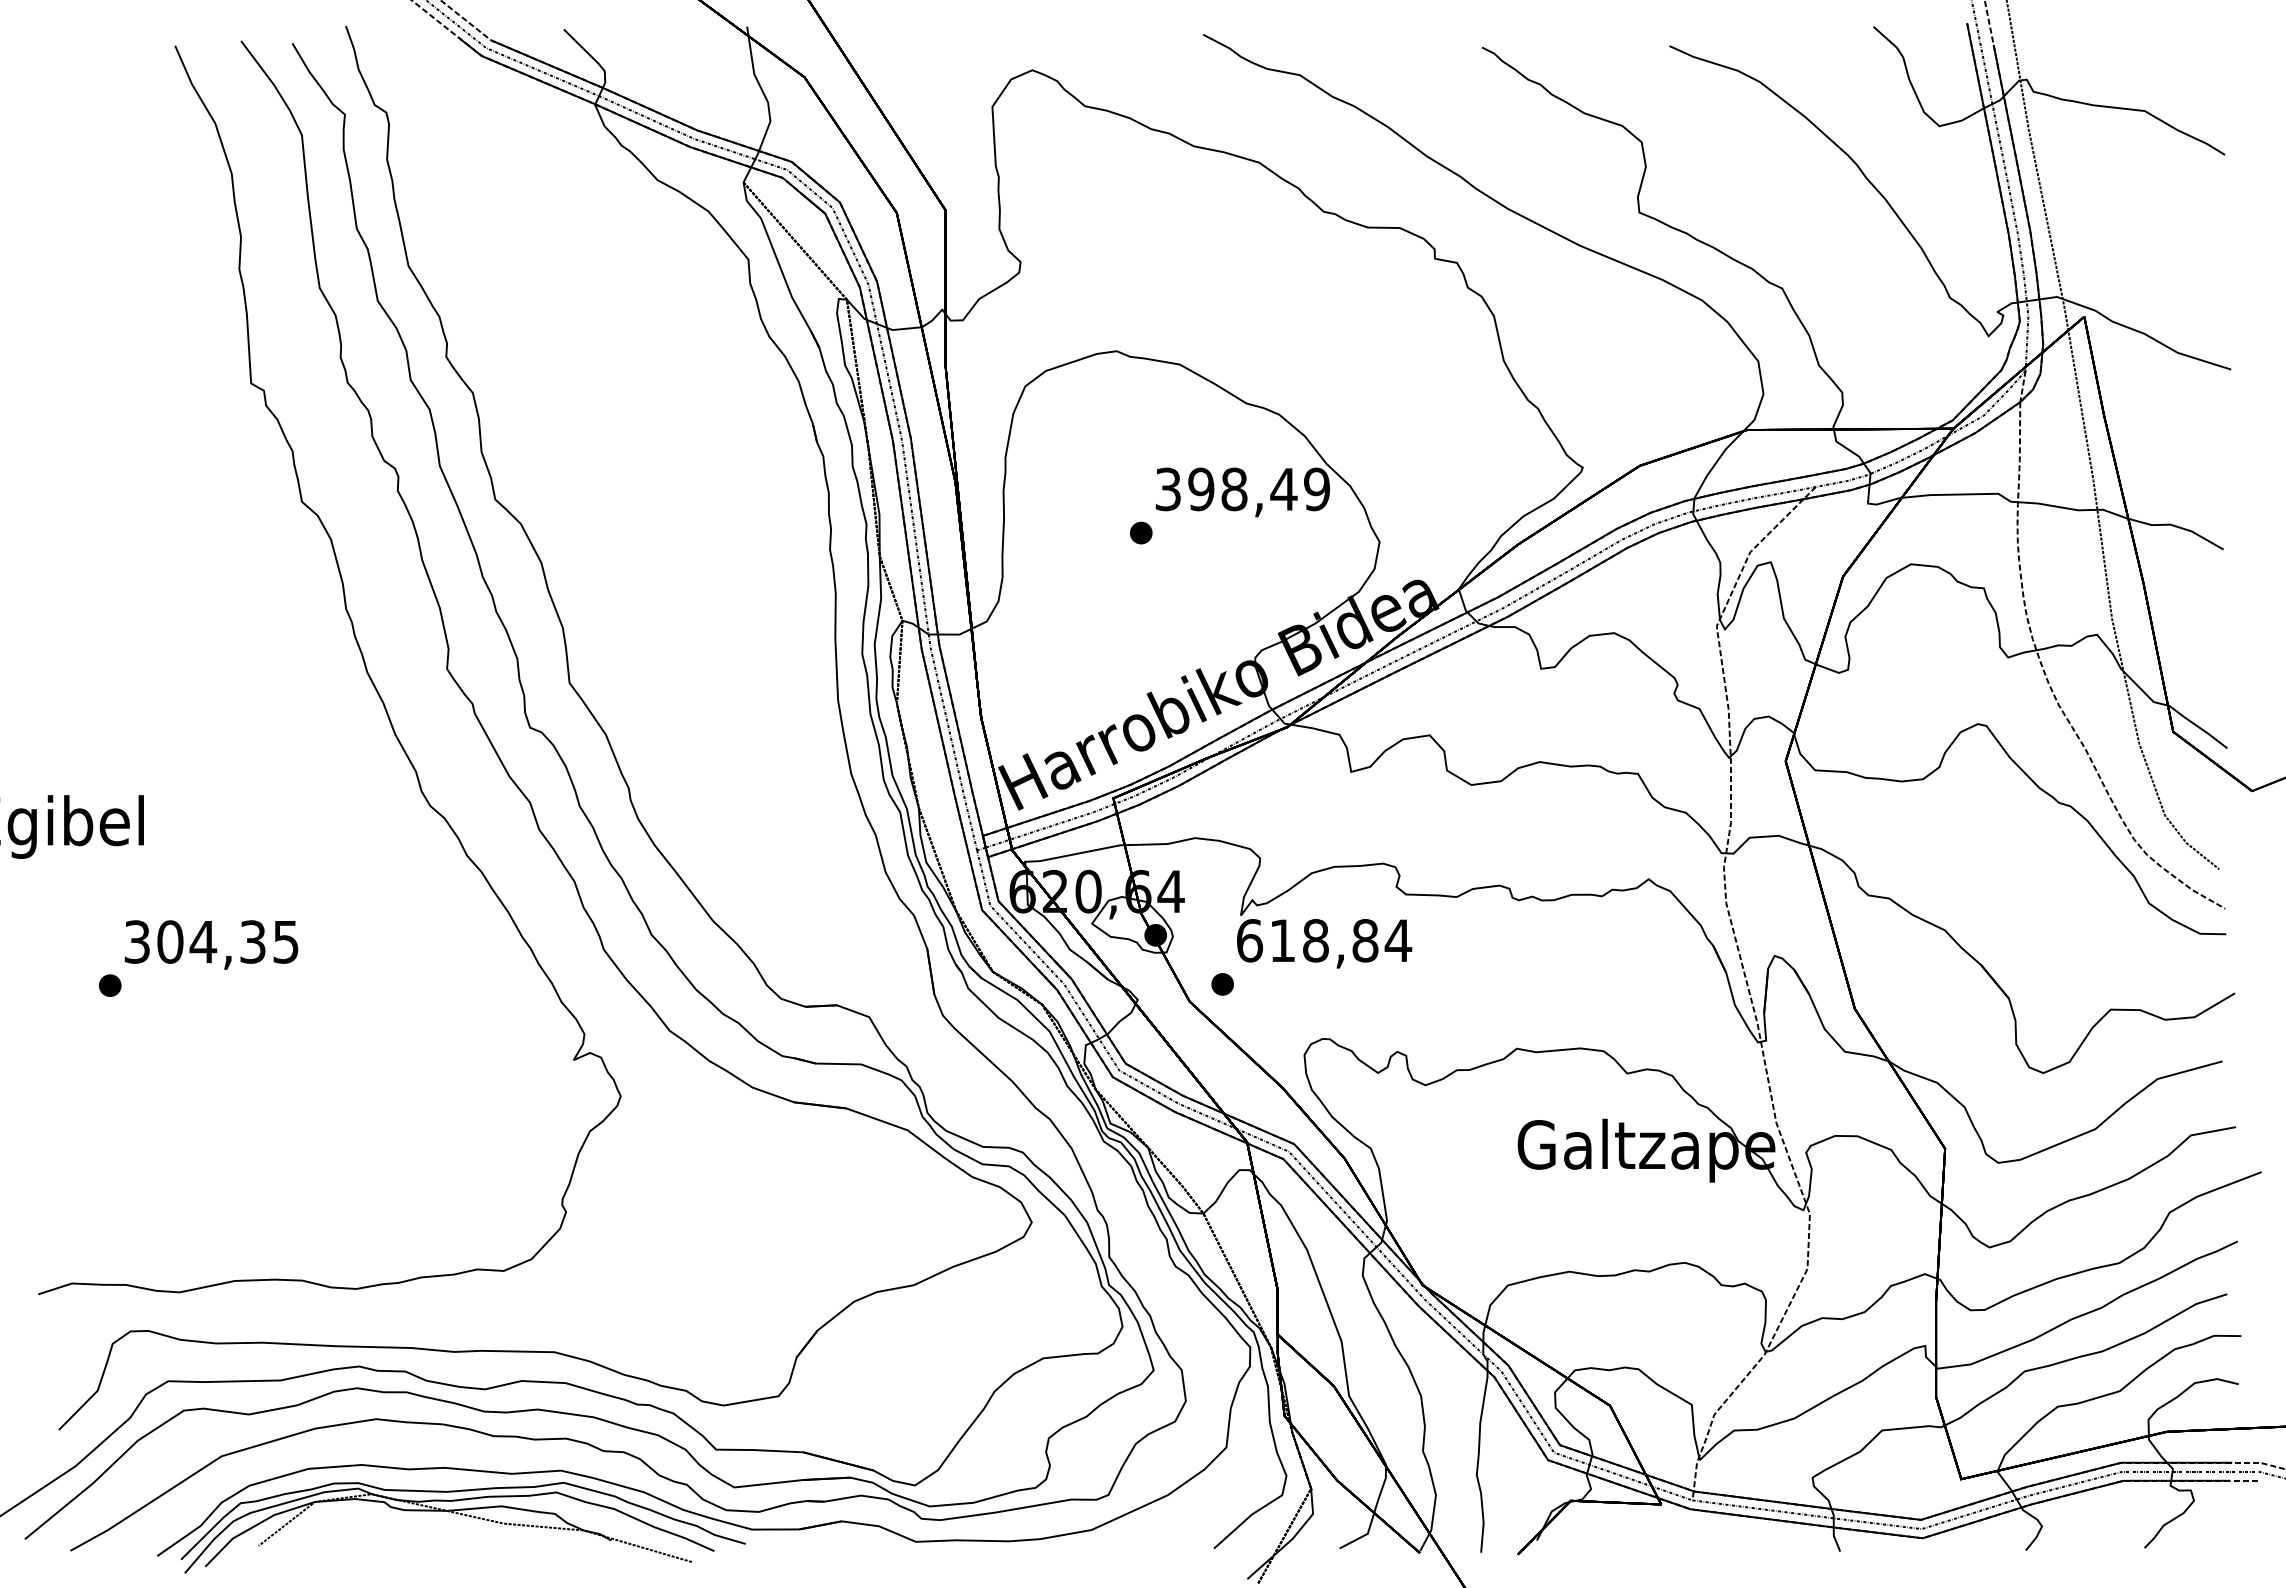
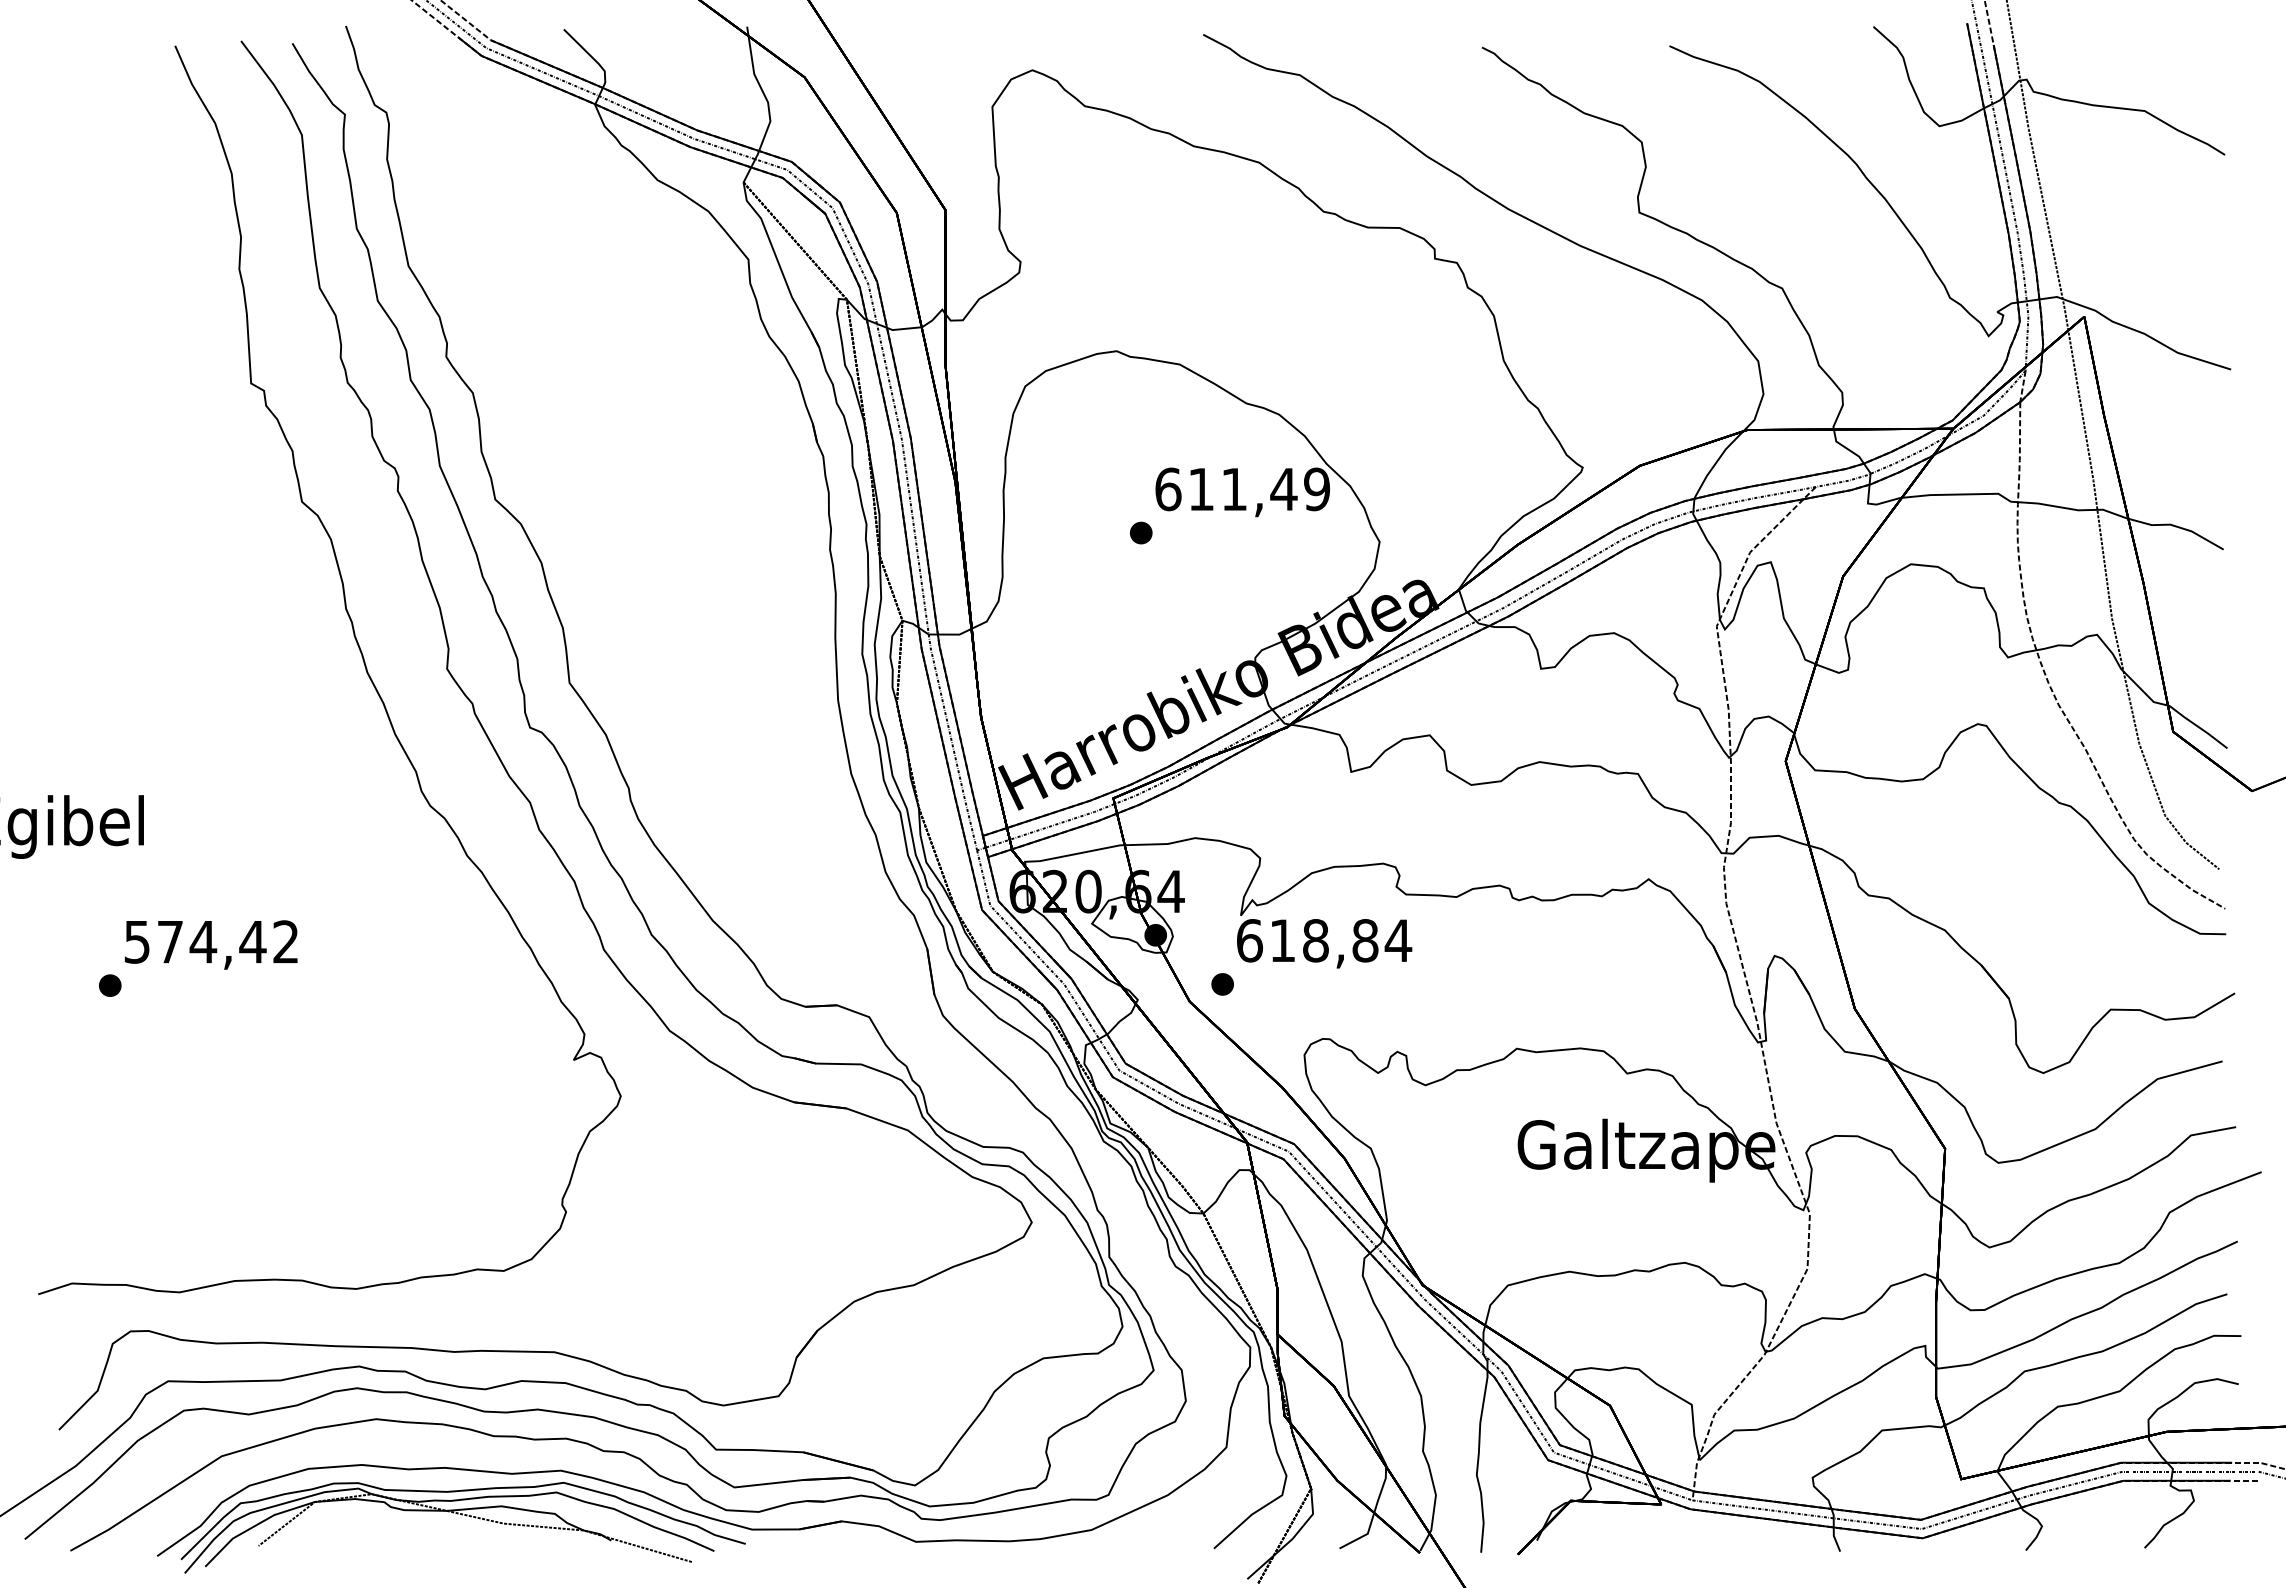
text at (1201, 489): 398,49 -> 611,49
text at (211, 941): 304,35 -> 574,42
